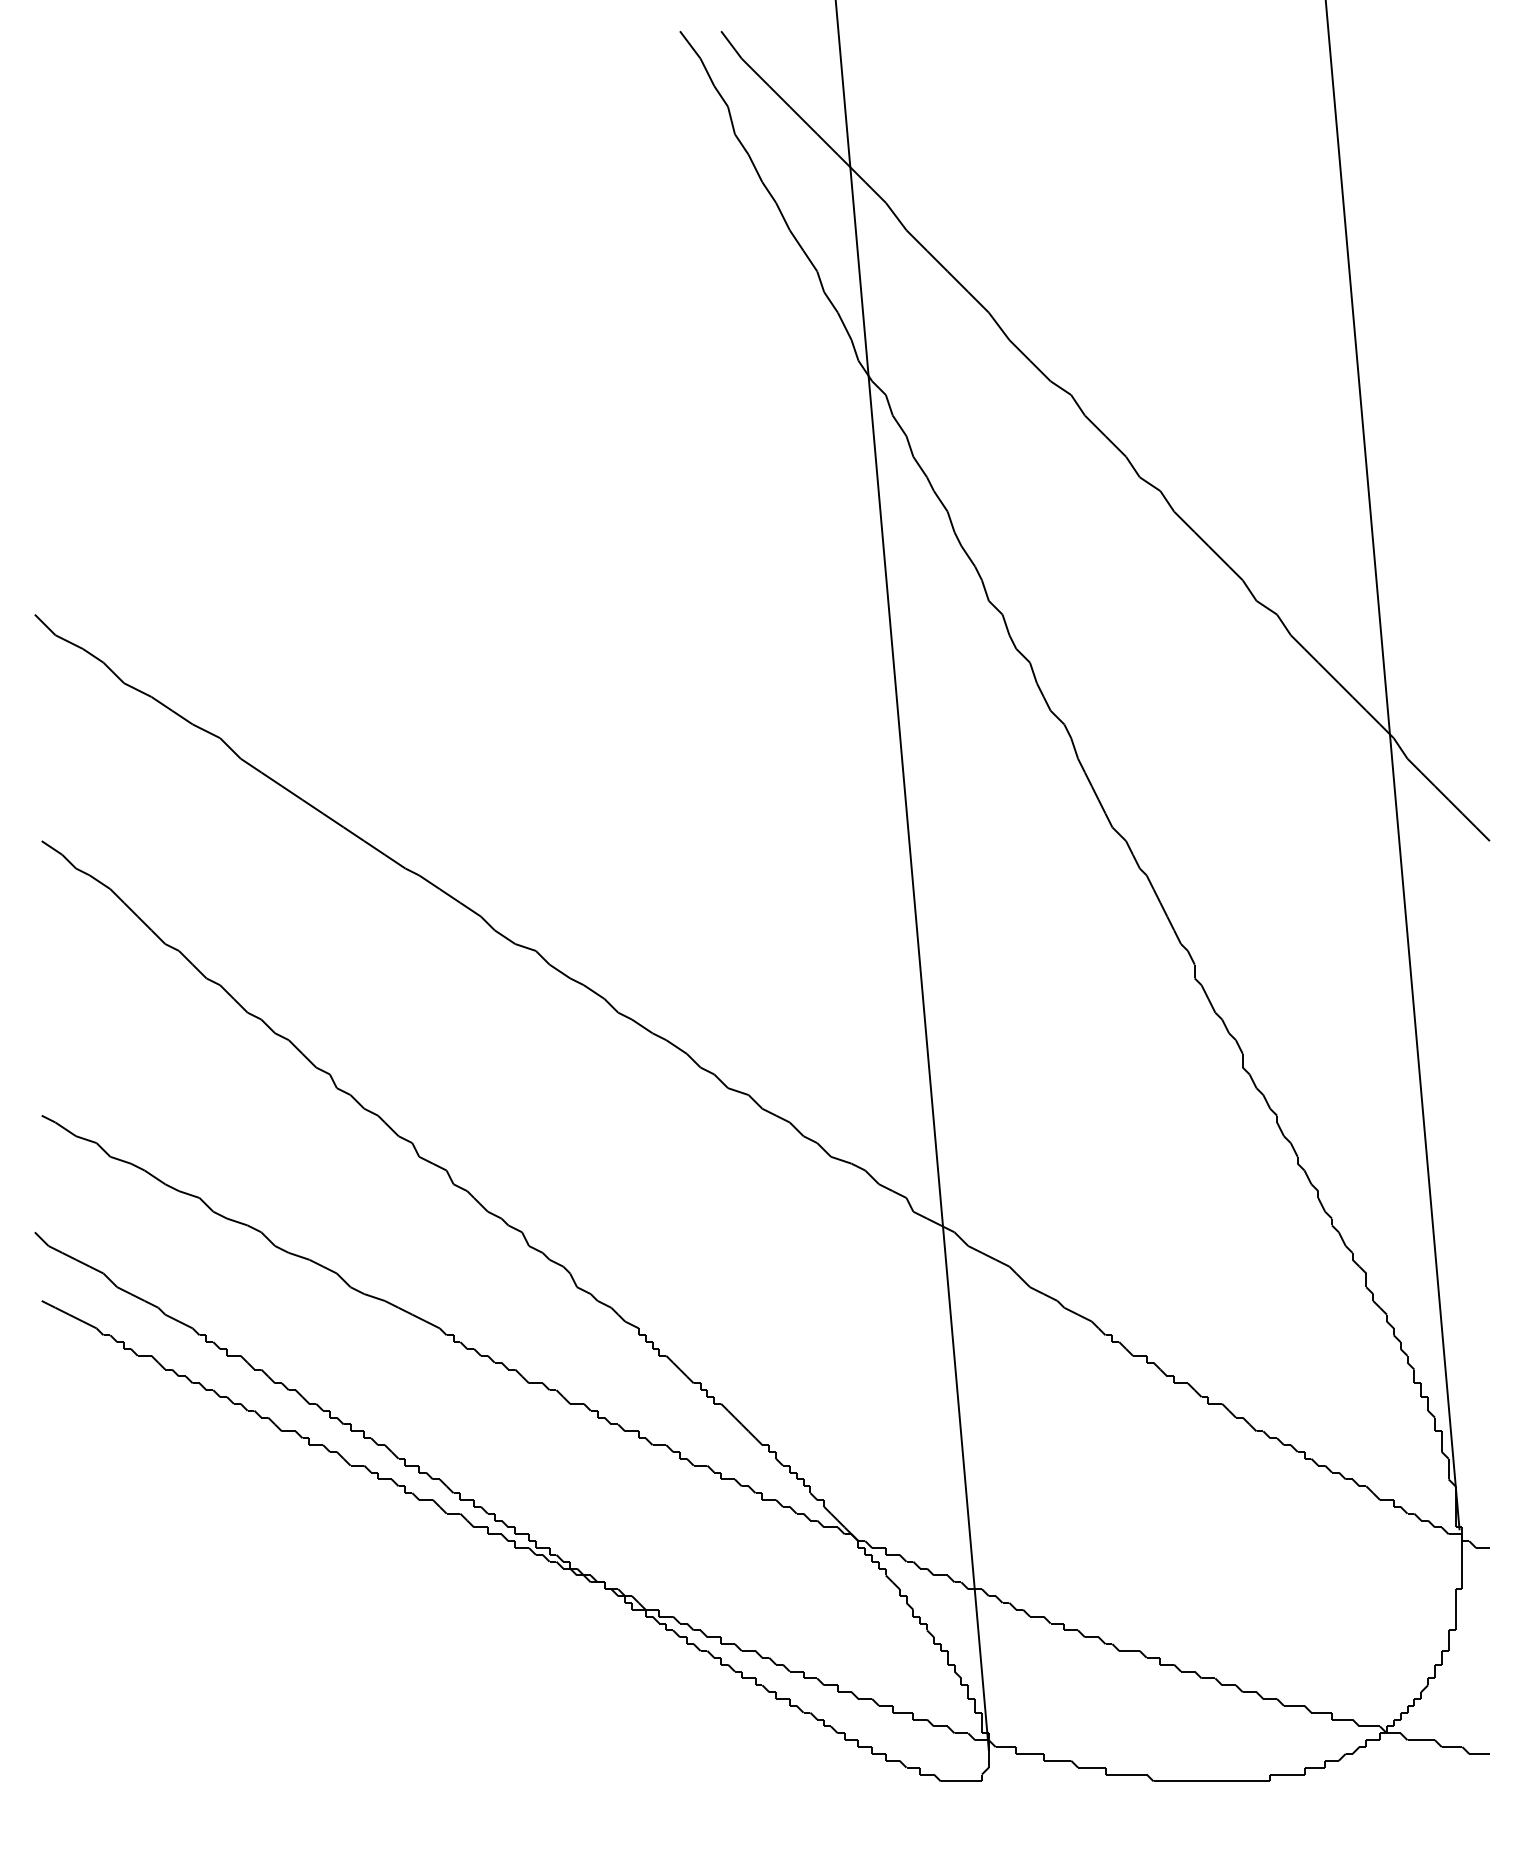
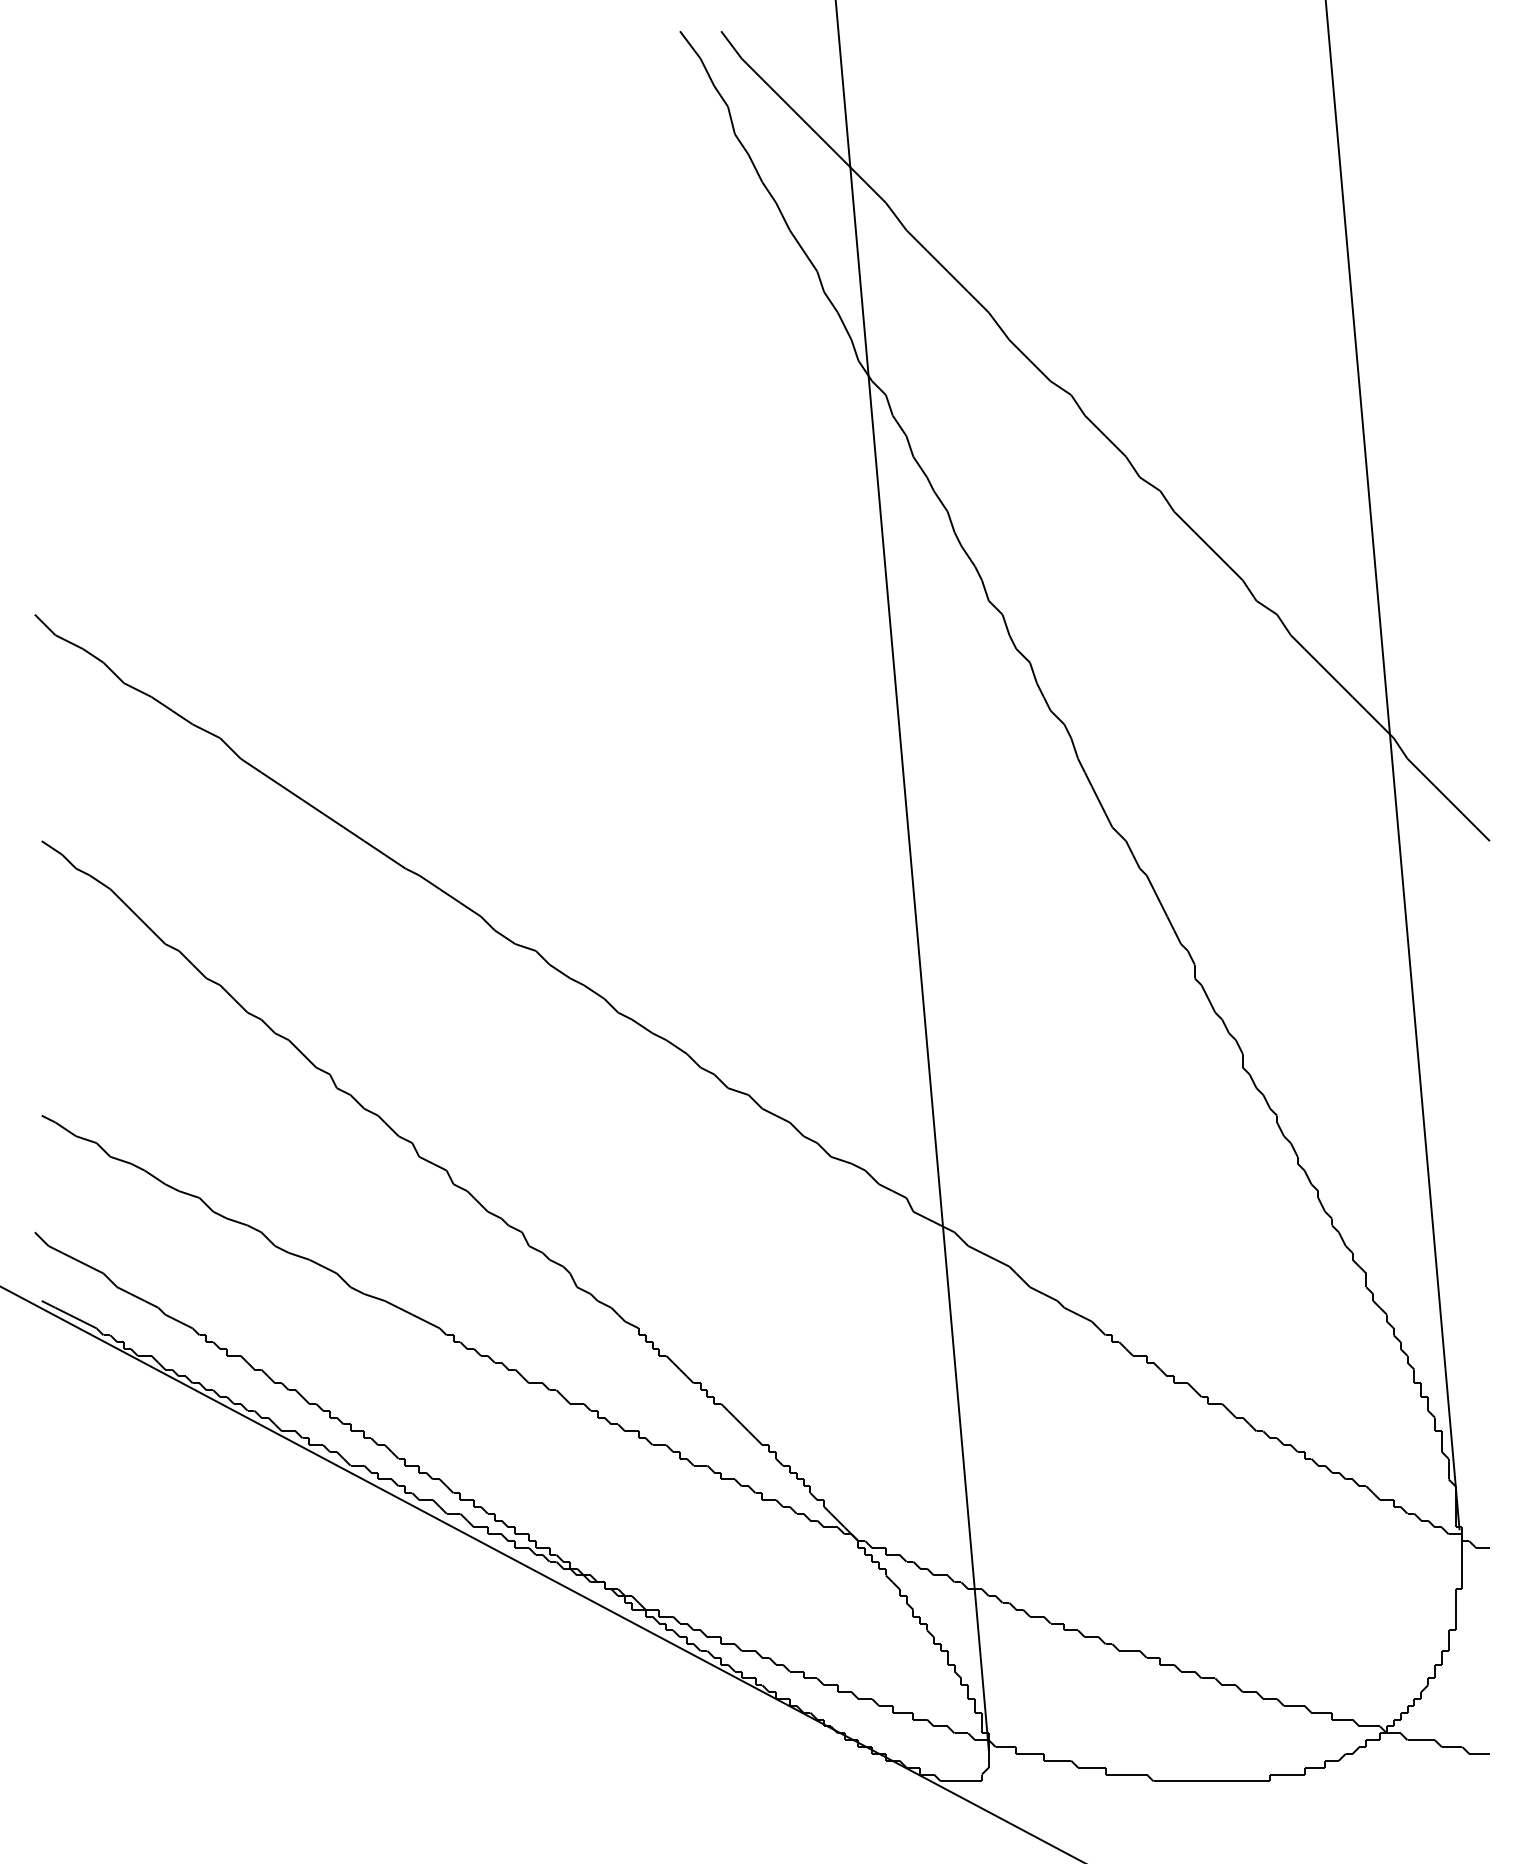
line at (541, 1573): none -> present
